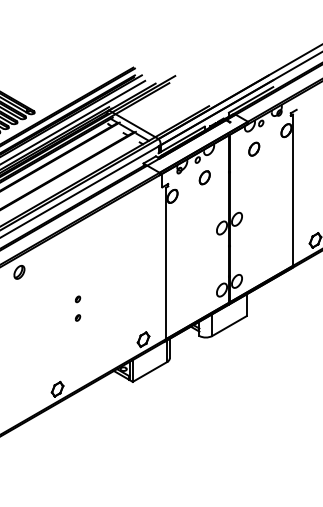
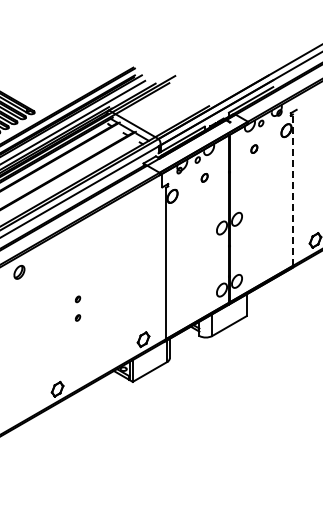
part at (254, 148) size: 13x16 px -> 9x10 px
part at (204, 177) size: 13x16 px -> 9x10 px
line at (292, 190): solid -> dashed
